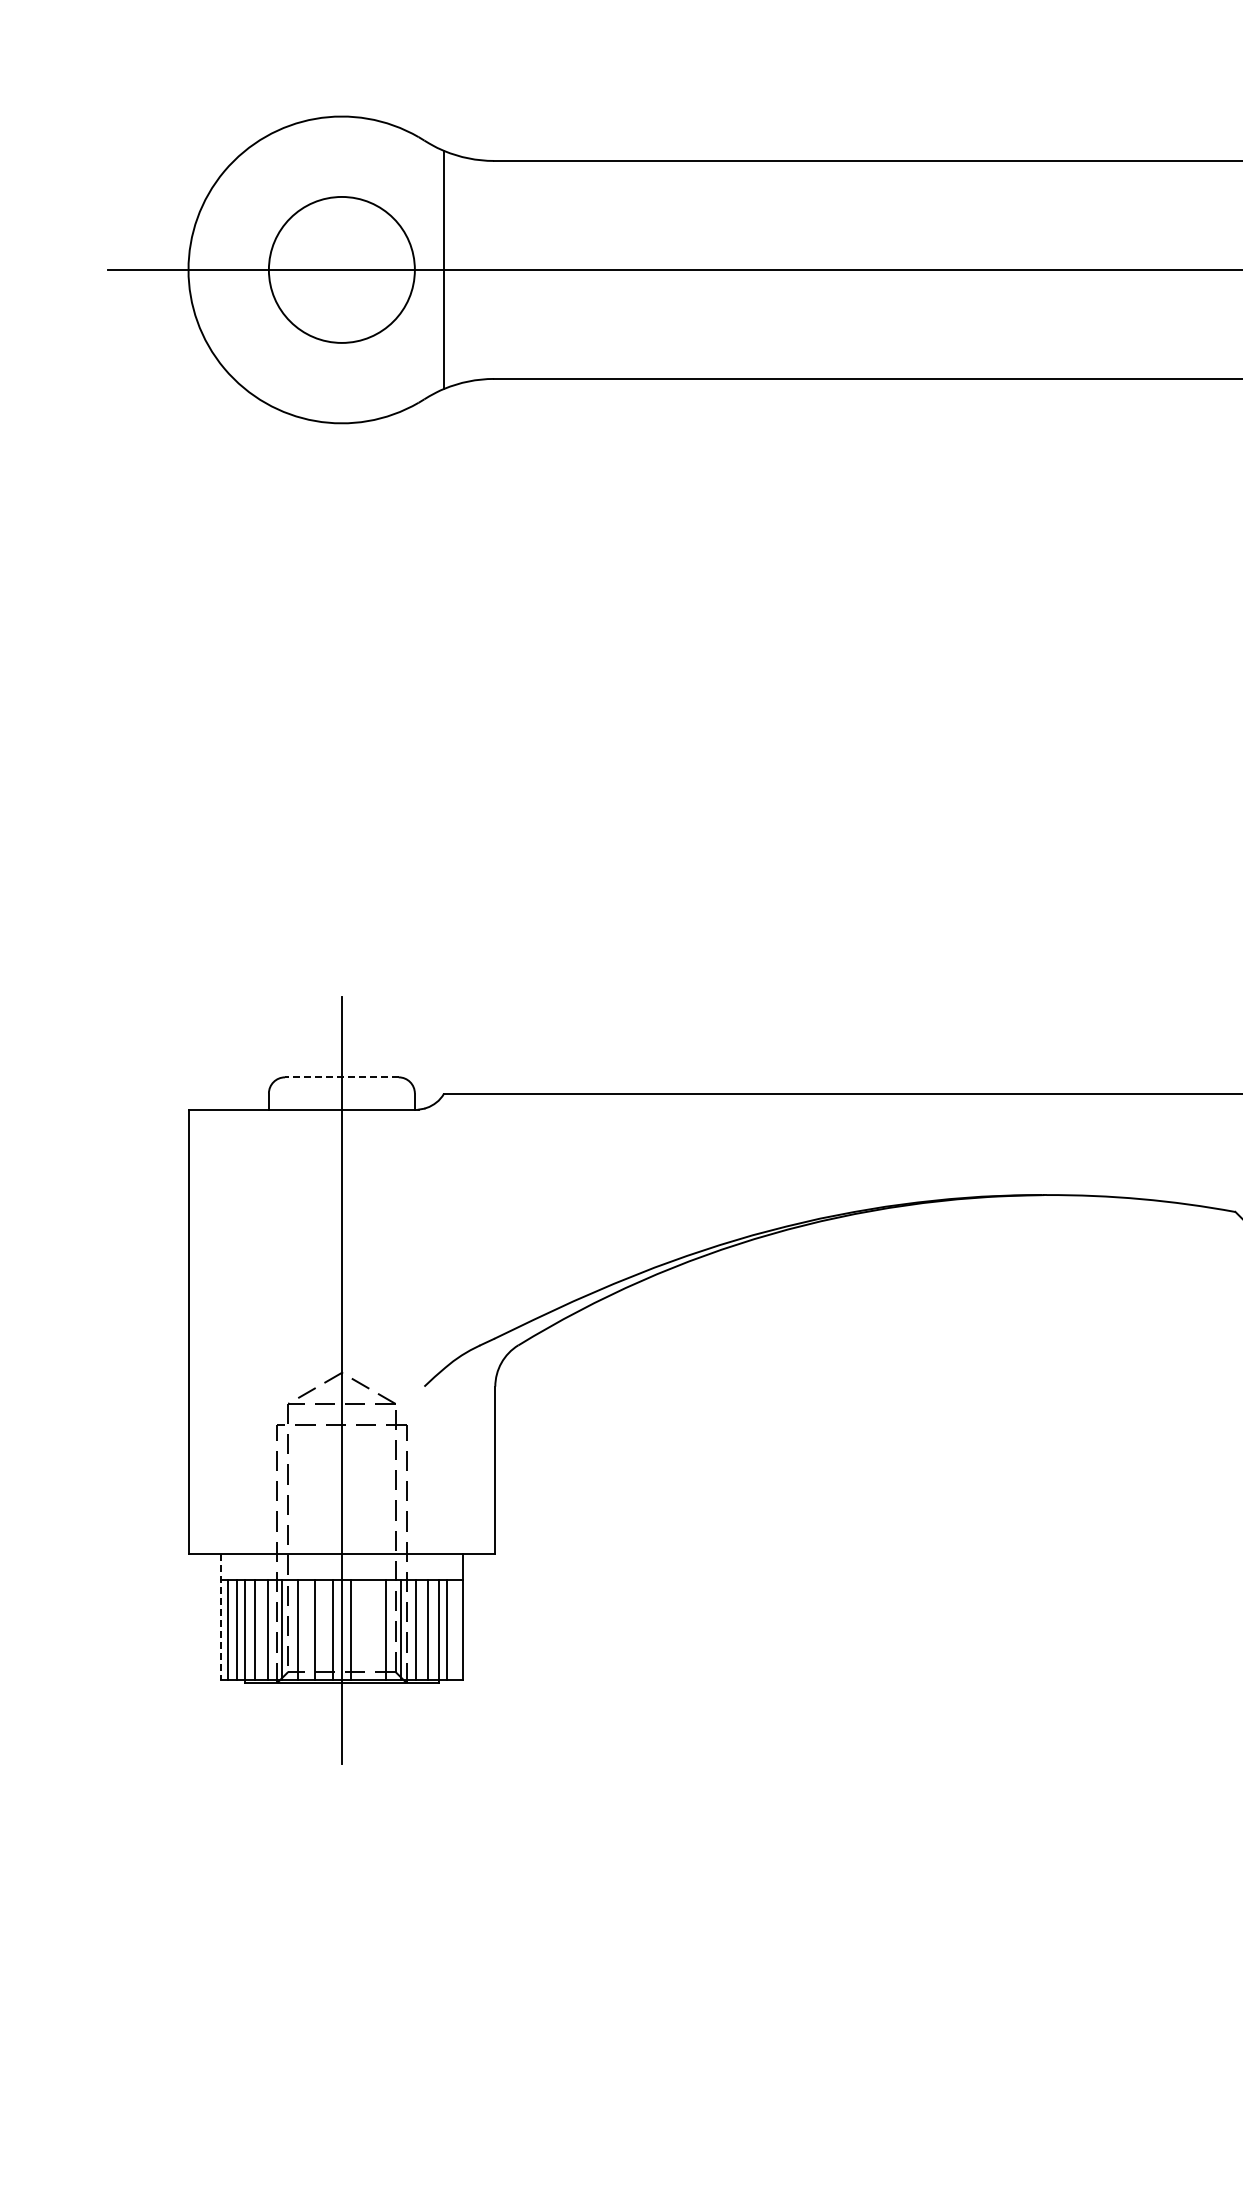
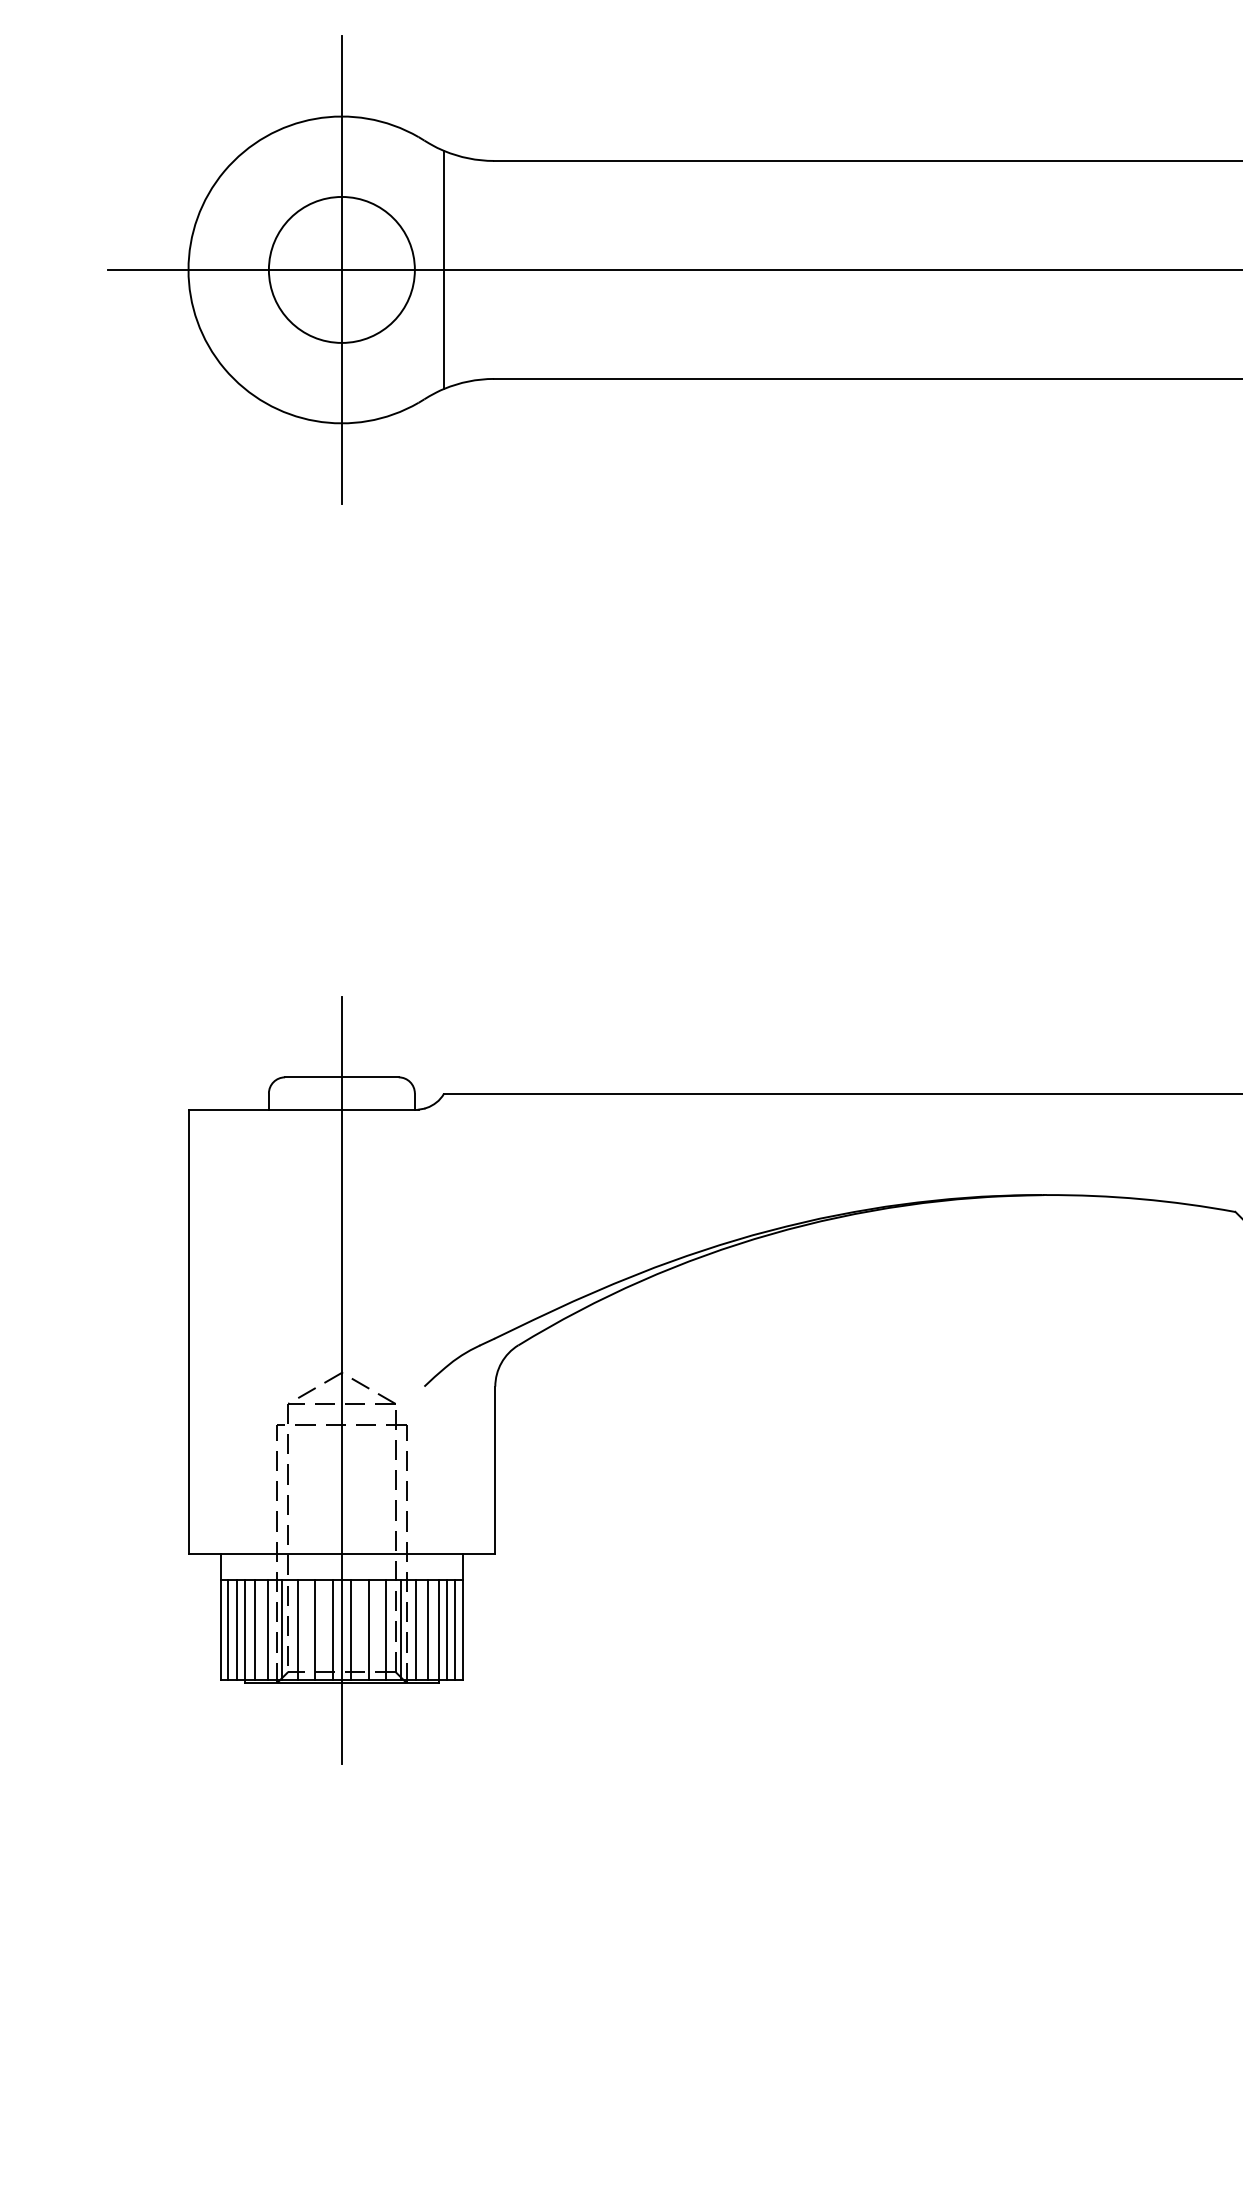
line at (341, 269): none -> present
line at (341, 1077): dashed -> solid
line at (220, 1616): dashed -> solid
line at (368, 1629): none -> present
line at (455, 1629): none -> present
